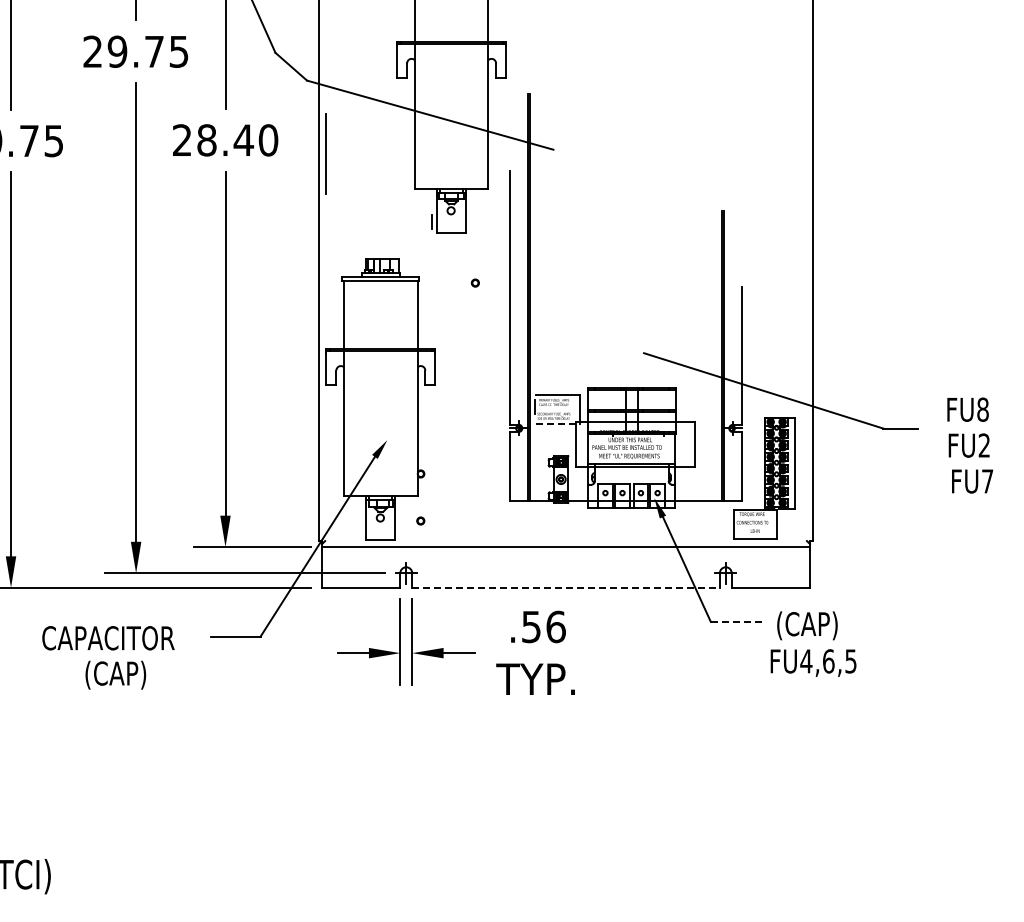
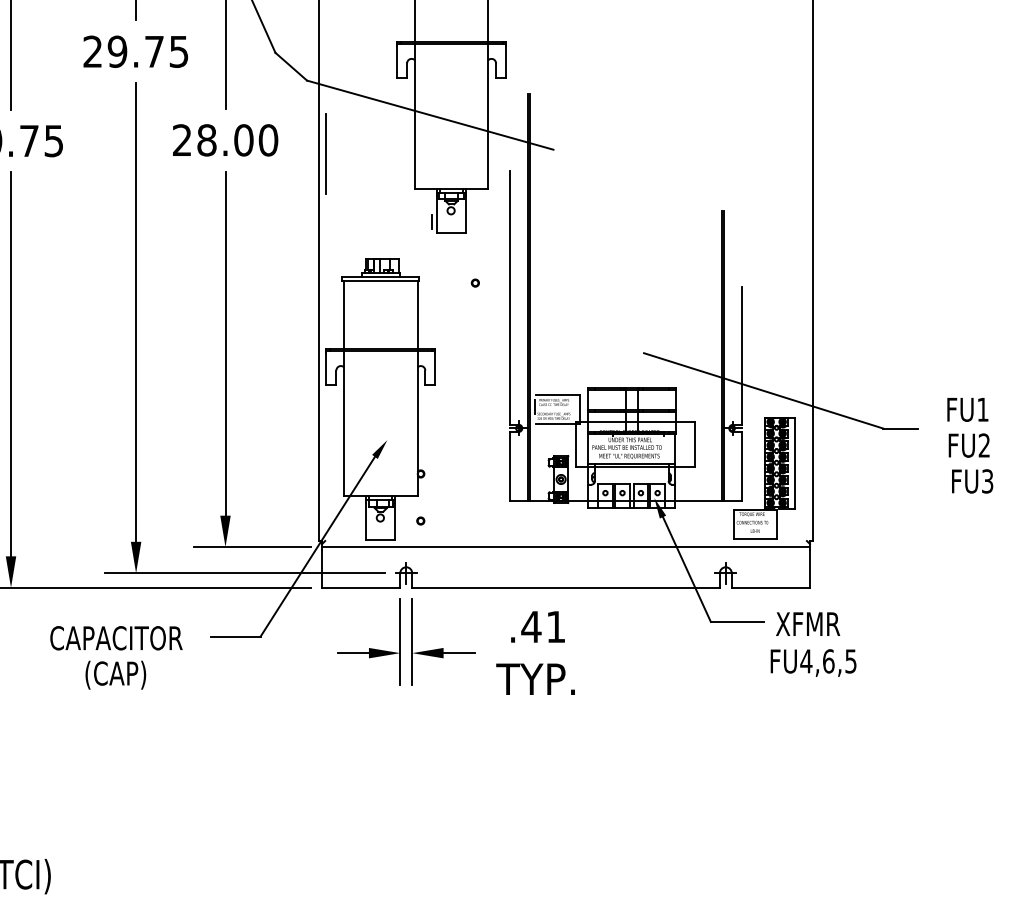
text at (243, 140): 28.40 -> 28.00
text at (982, 409): FU8 -> FU1
line at (557, 424): dashed -> solid
text at (987, 481): FU7 -> FU3
line at (566, 587): dashed -> solid
line at (737, 621): dashed -> solid
text at (808, 625): (CAP) -> XFMR
text at (543, 626): .56 -> .41
text at (108, 638) position: (108, 638) -> (116, 638)
